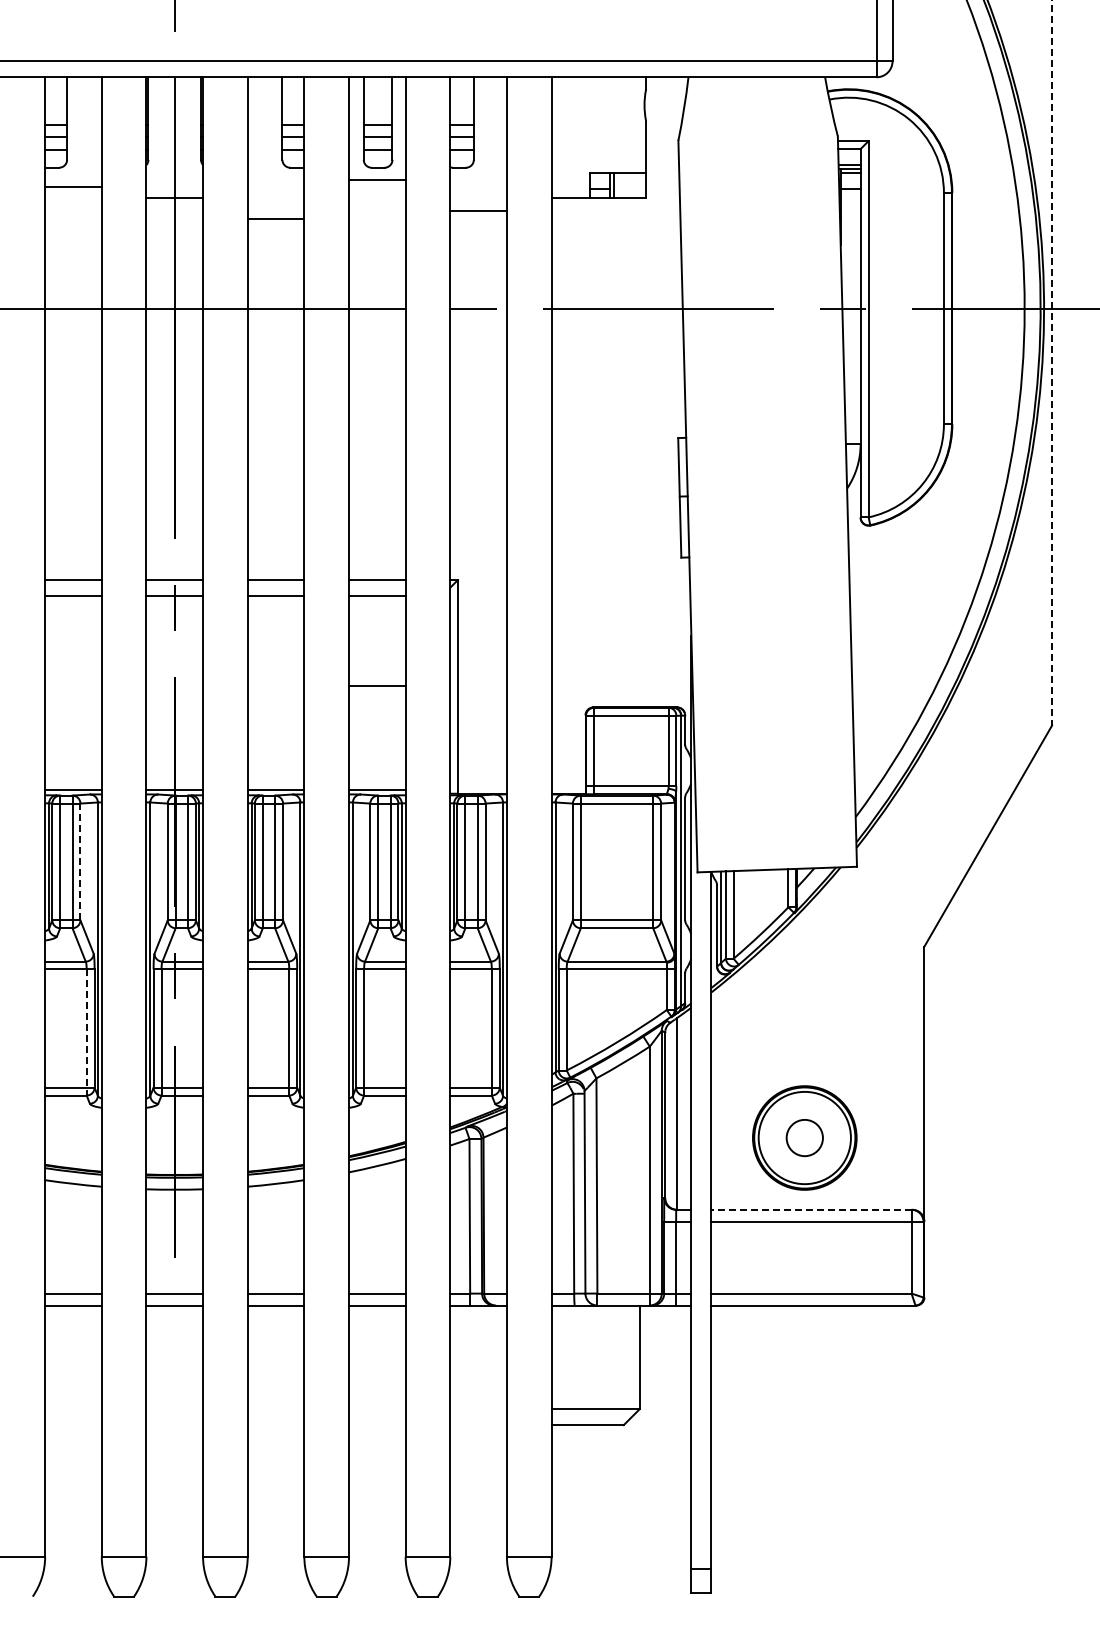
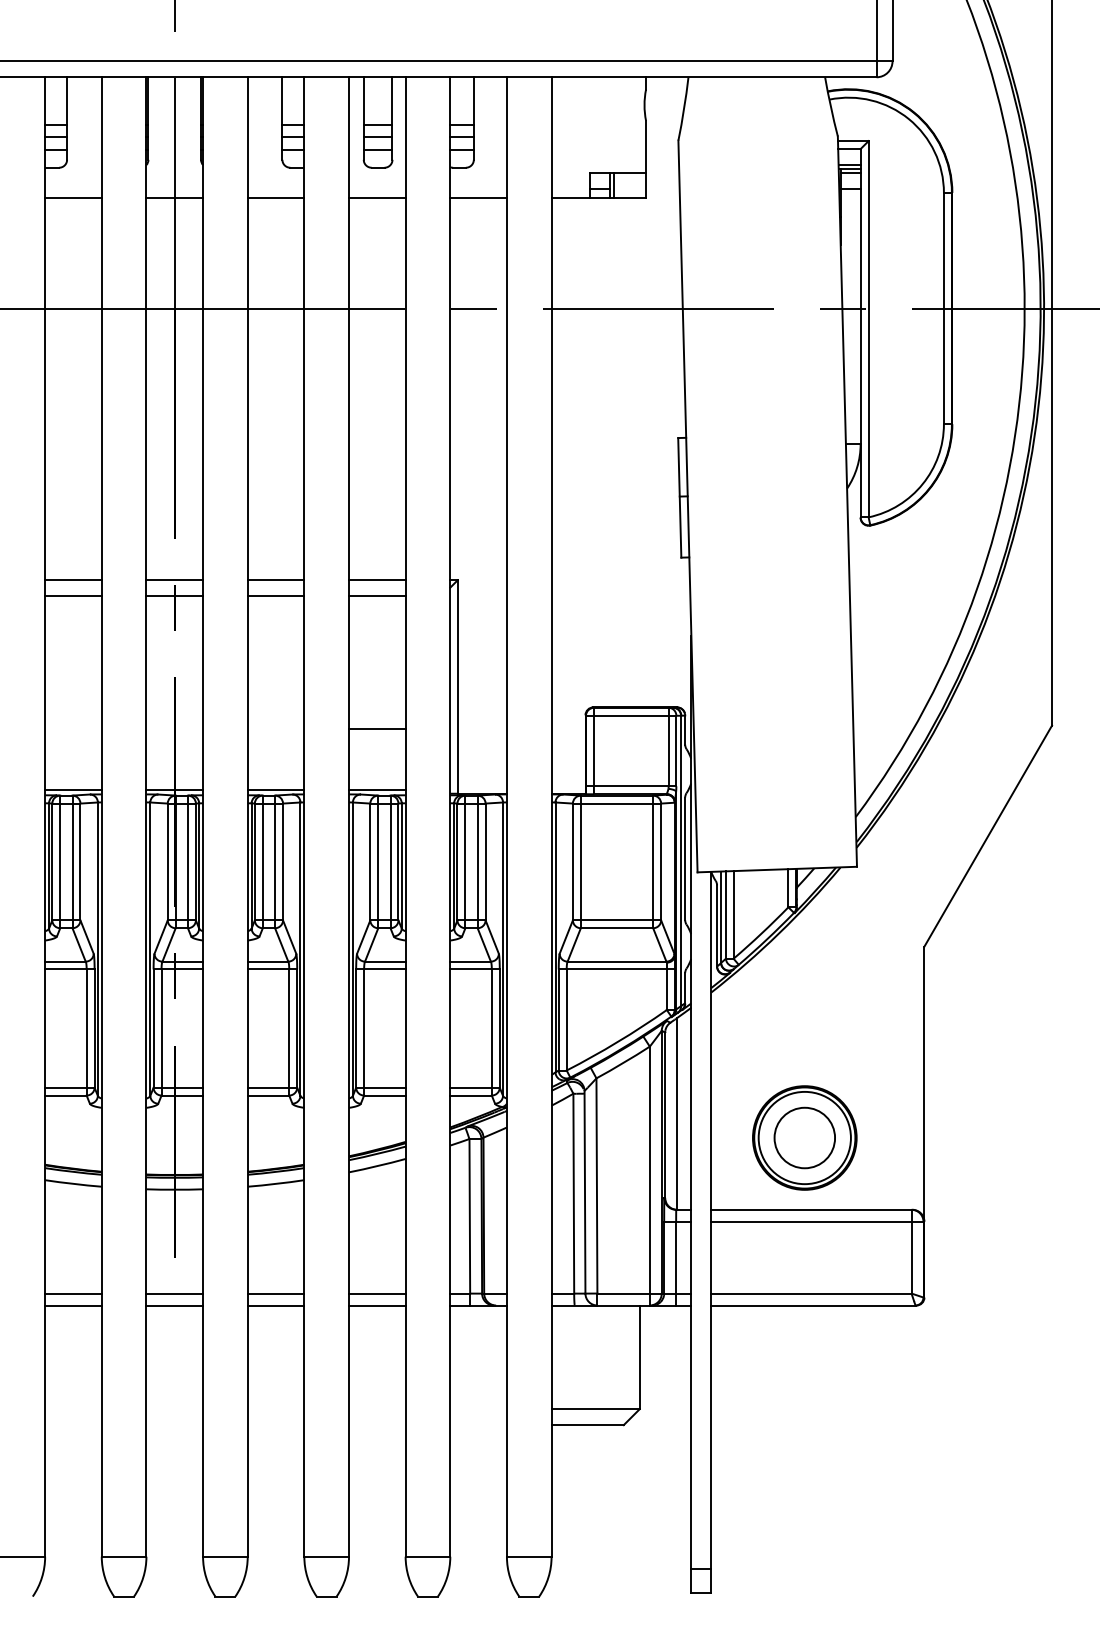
line at (377, 179) position: (377, 179) -> (377, 197)
line at (73, 186) position: (73, 186) -> (73, 197)
line at (478, 210) position: (478, 210) -> (478, 197)
line at (275, 218) position: (275, 218) -> (275, 197)
line at (1052, 362): dashed -> solid
line at (377, 686) position: (377, 686) -> (377, 729)
line at (80, 861): dashed -> solid
line at (86, 1033): dashed -> solid
circle at (804, 1137) diameter: 36 px -> 60 px
line at (811, 1209): dashed -> solid
